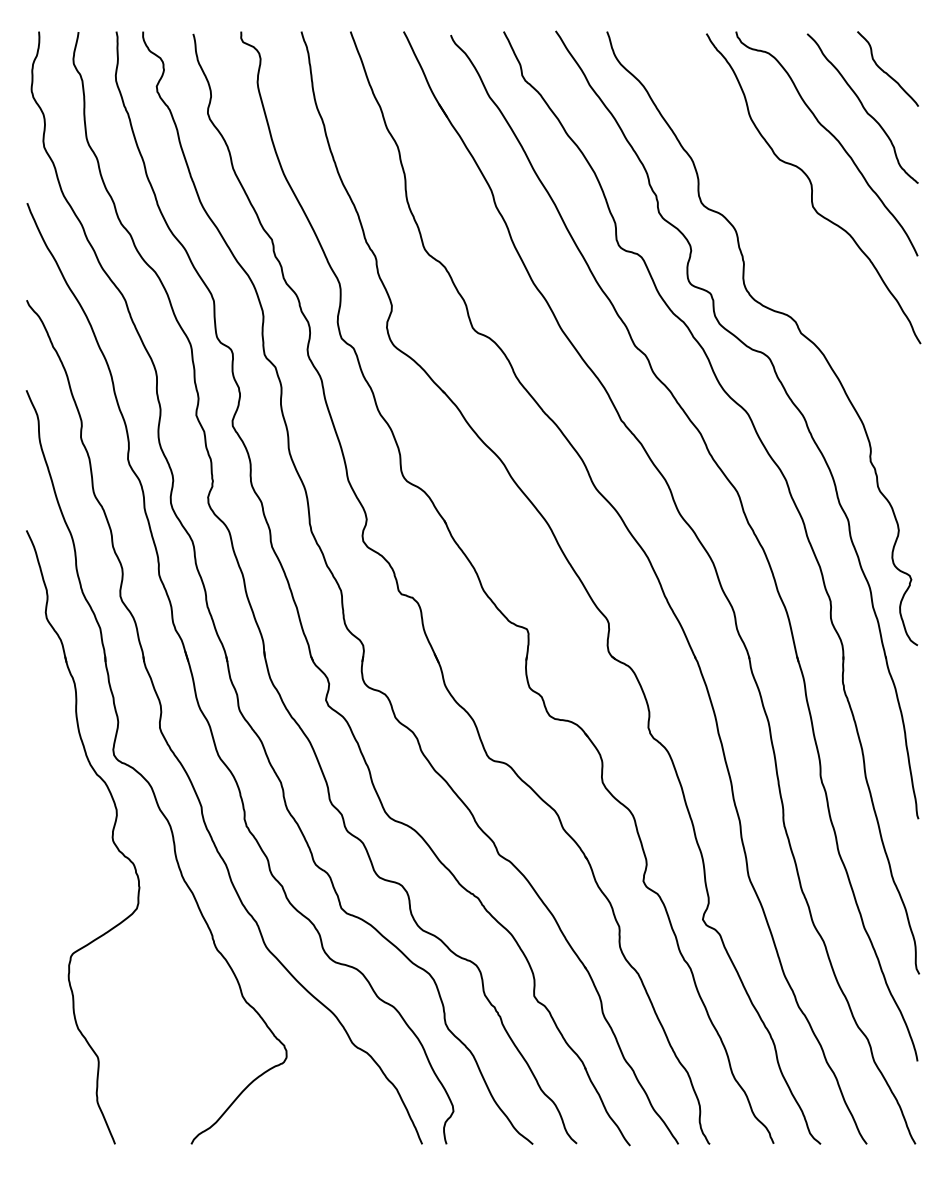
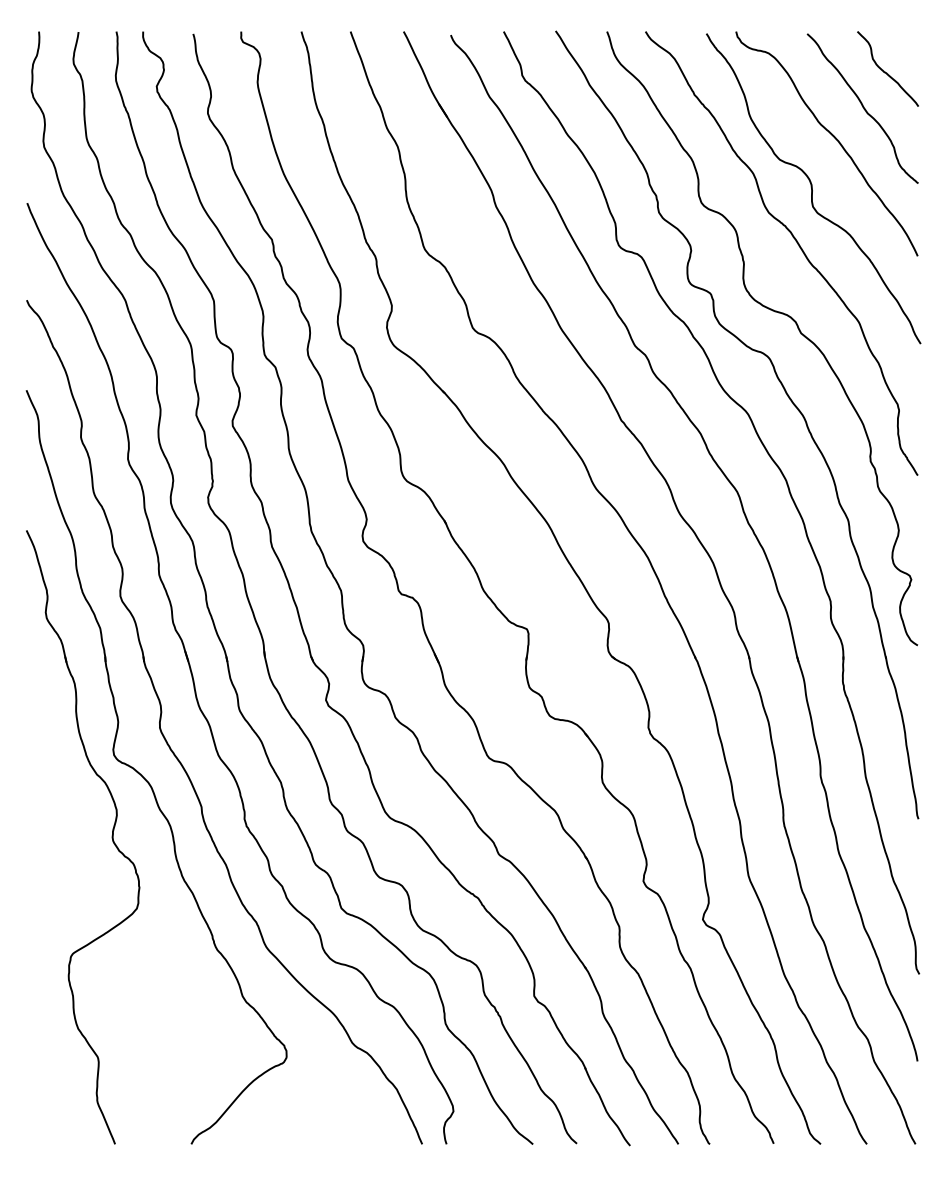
curve at (797, 244): none -> present
